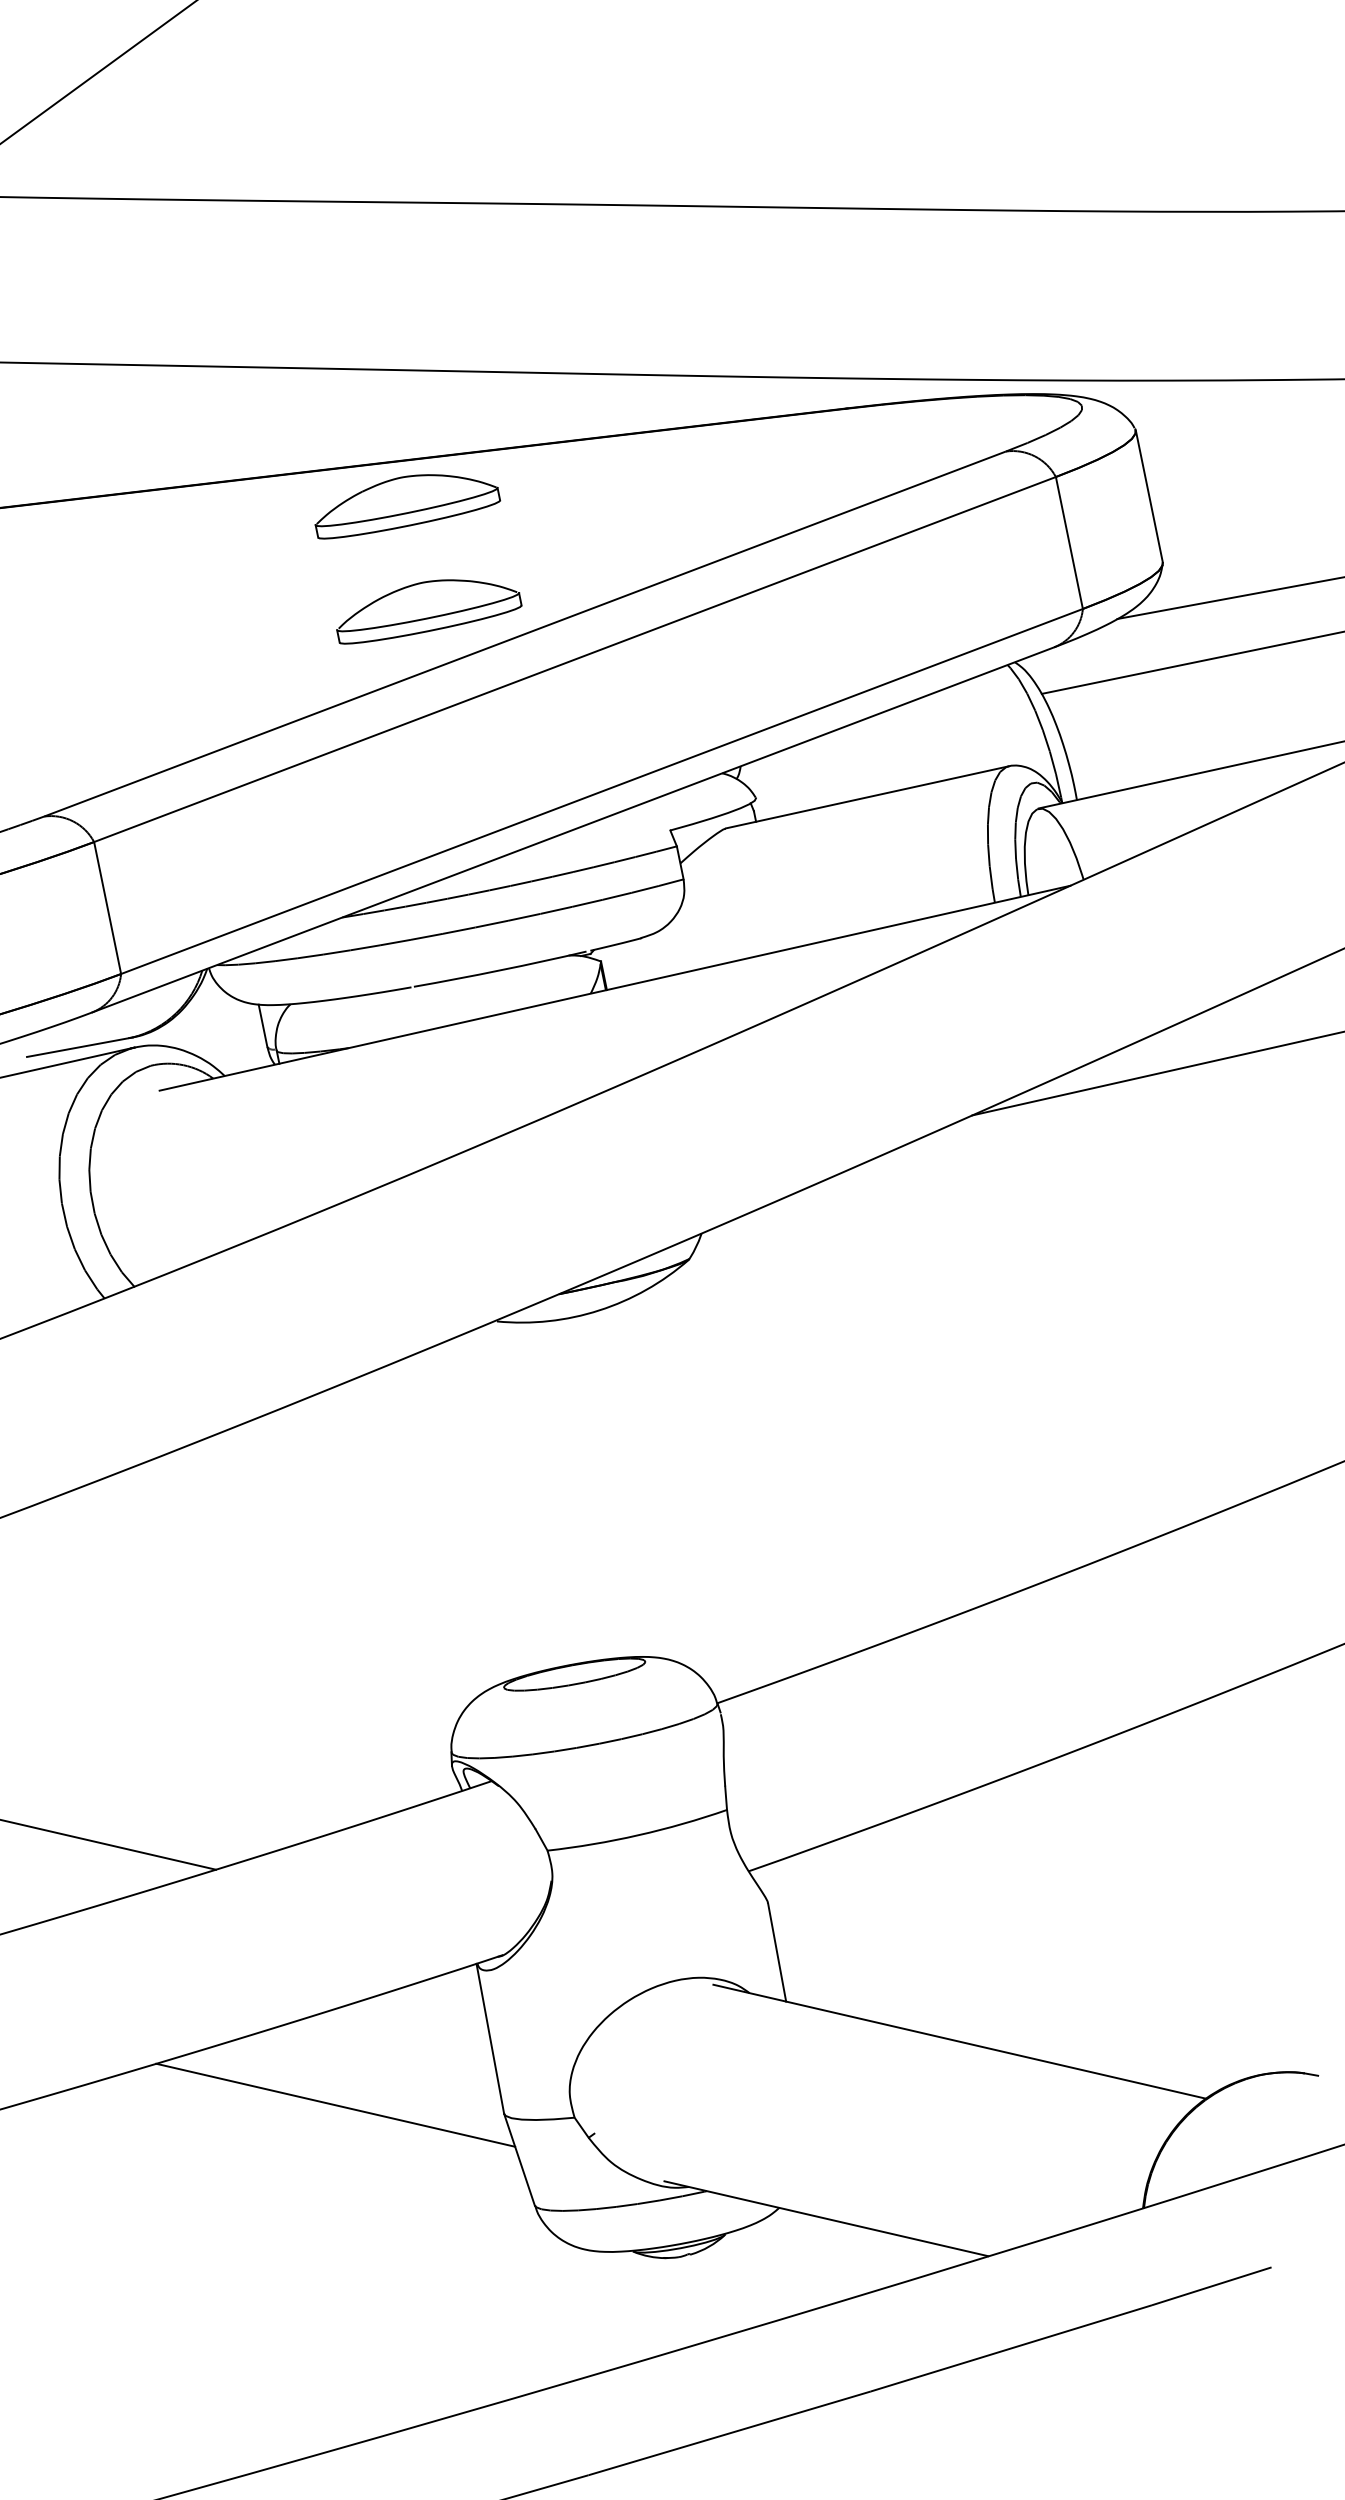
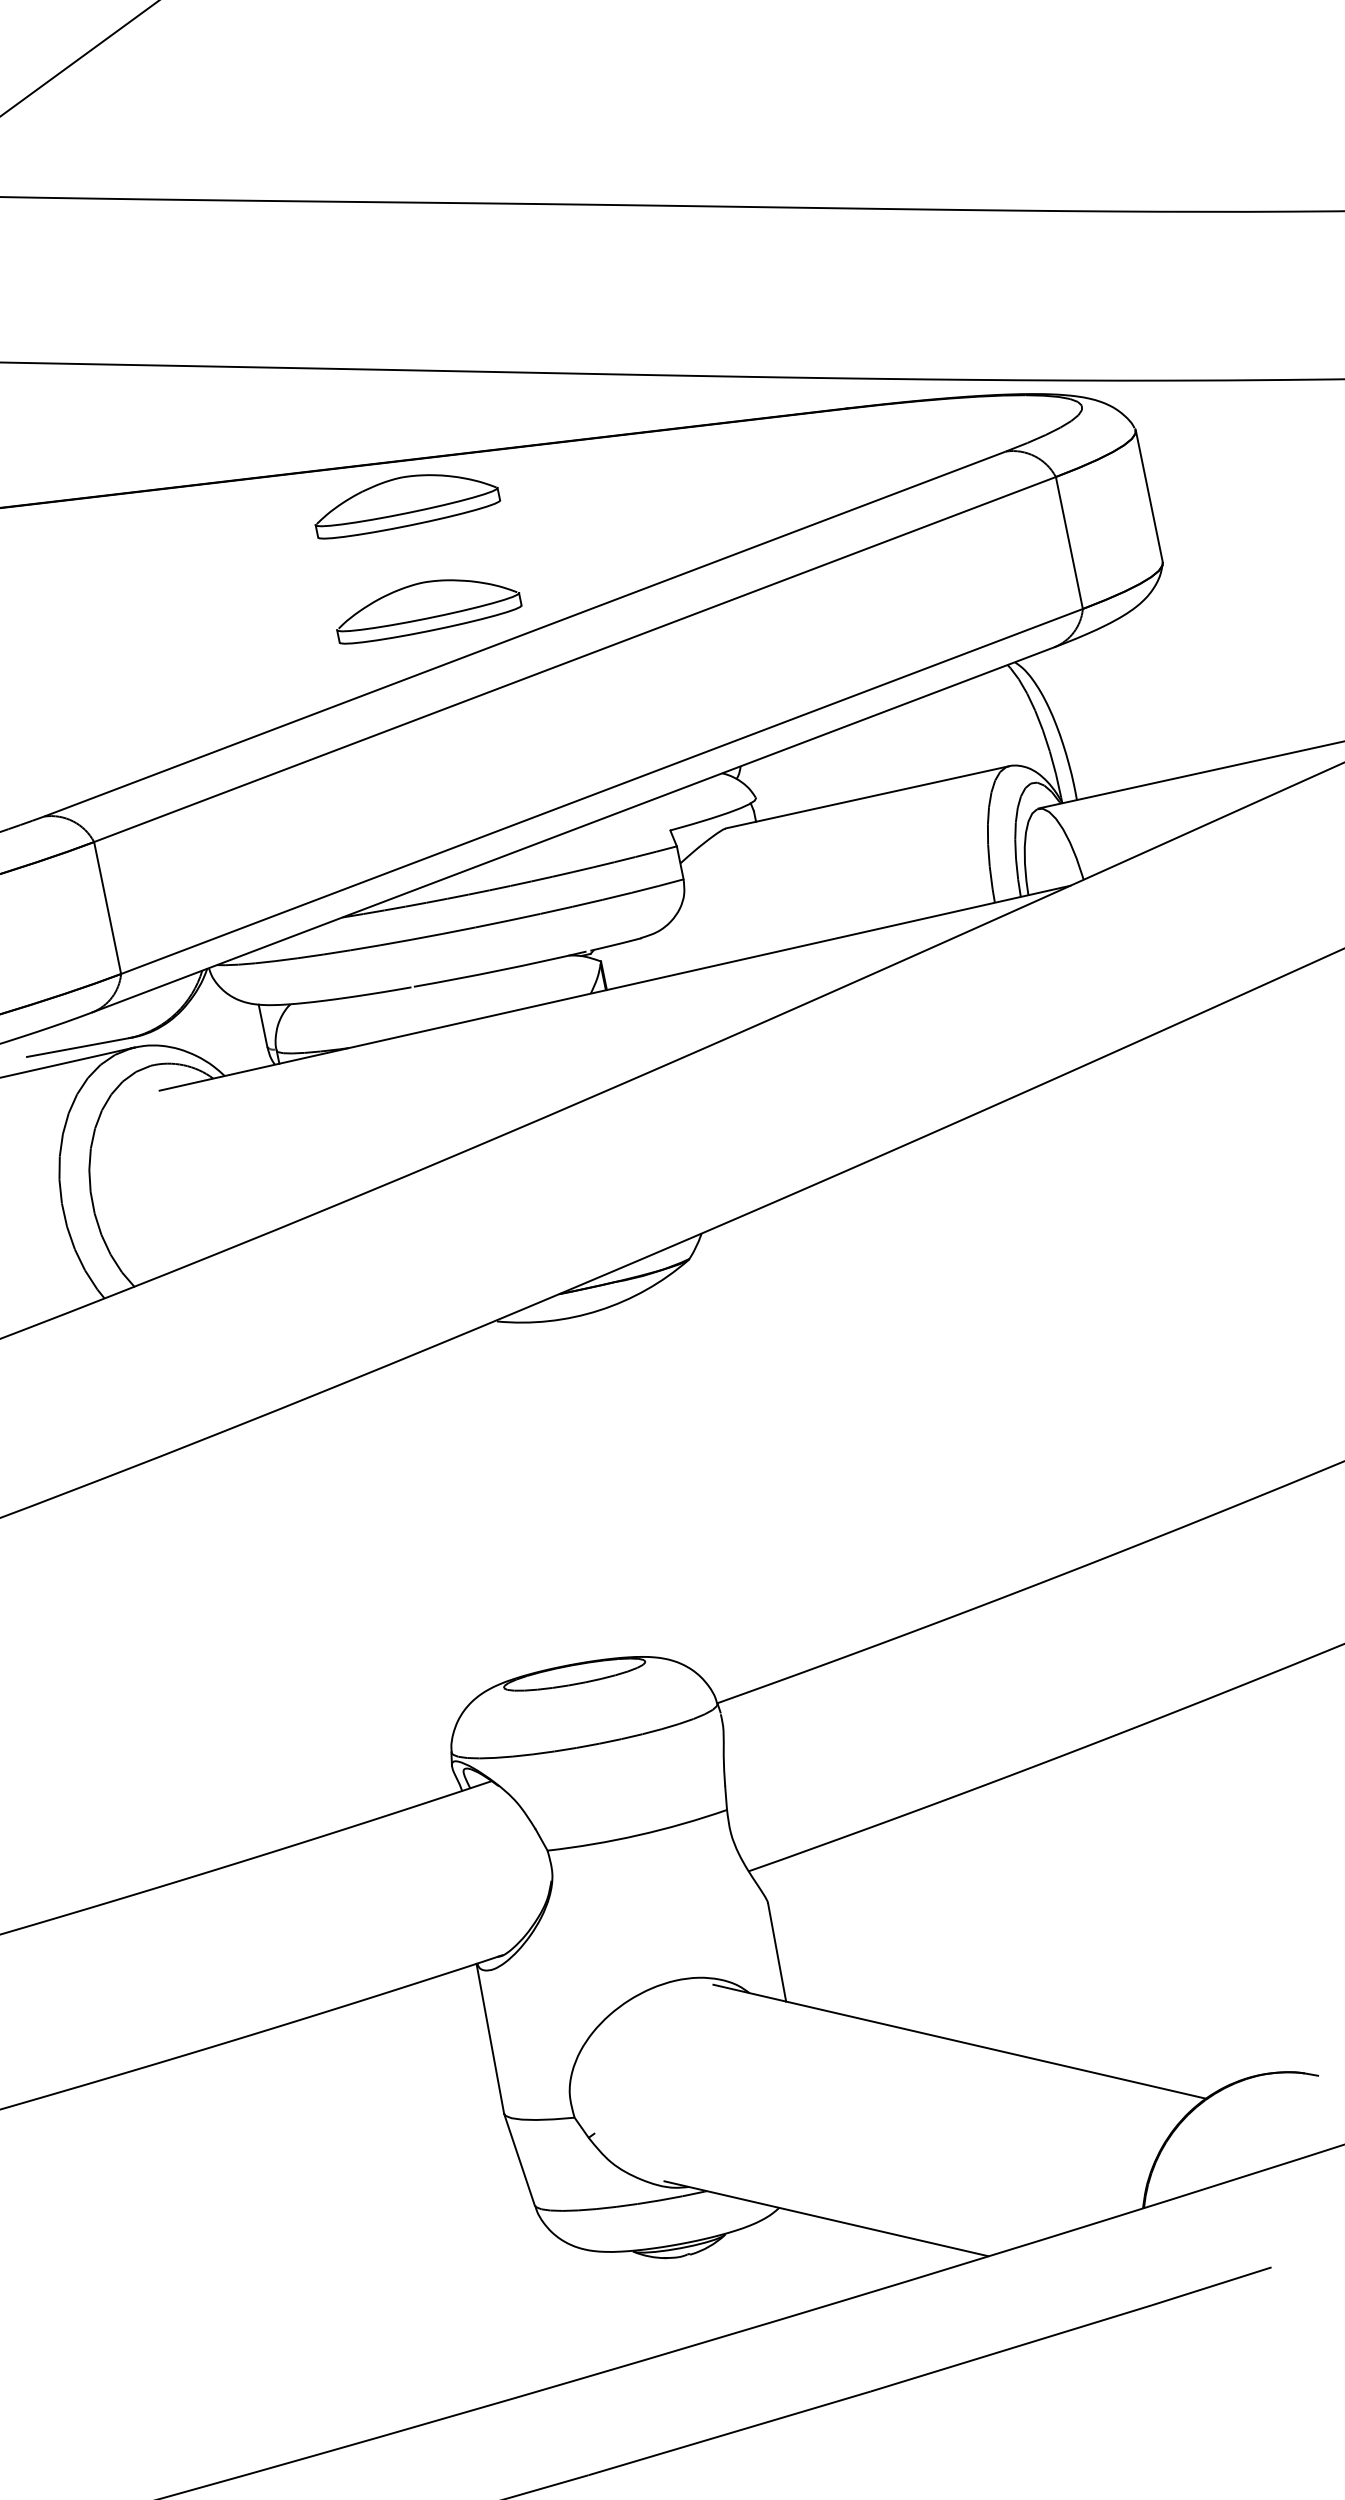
line at (98, 72) position: (98, 72) -> (79, 58)
line at (1229, 598): present -> none
line at (1191, 662): present -> none
line at (1156, 1073): present -> none
line at (109, 1844): present -> none
line at (335, 2104): present -> none
